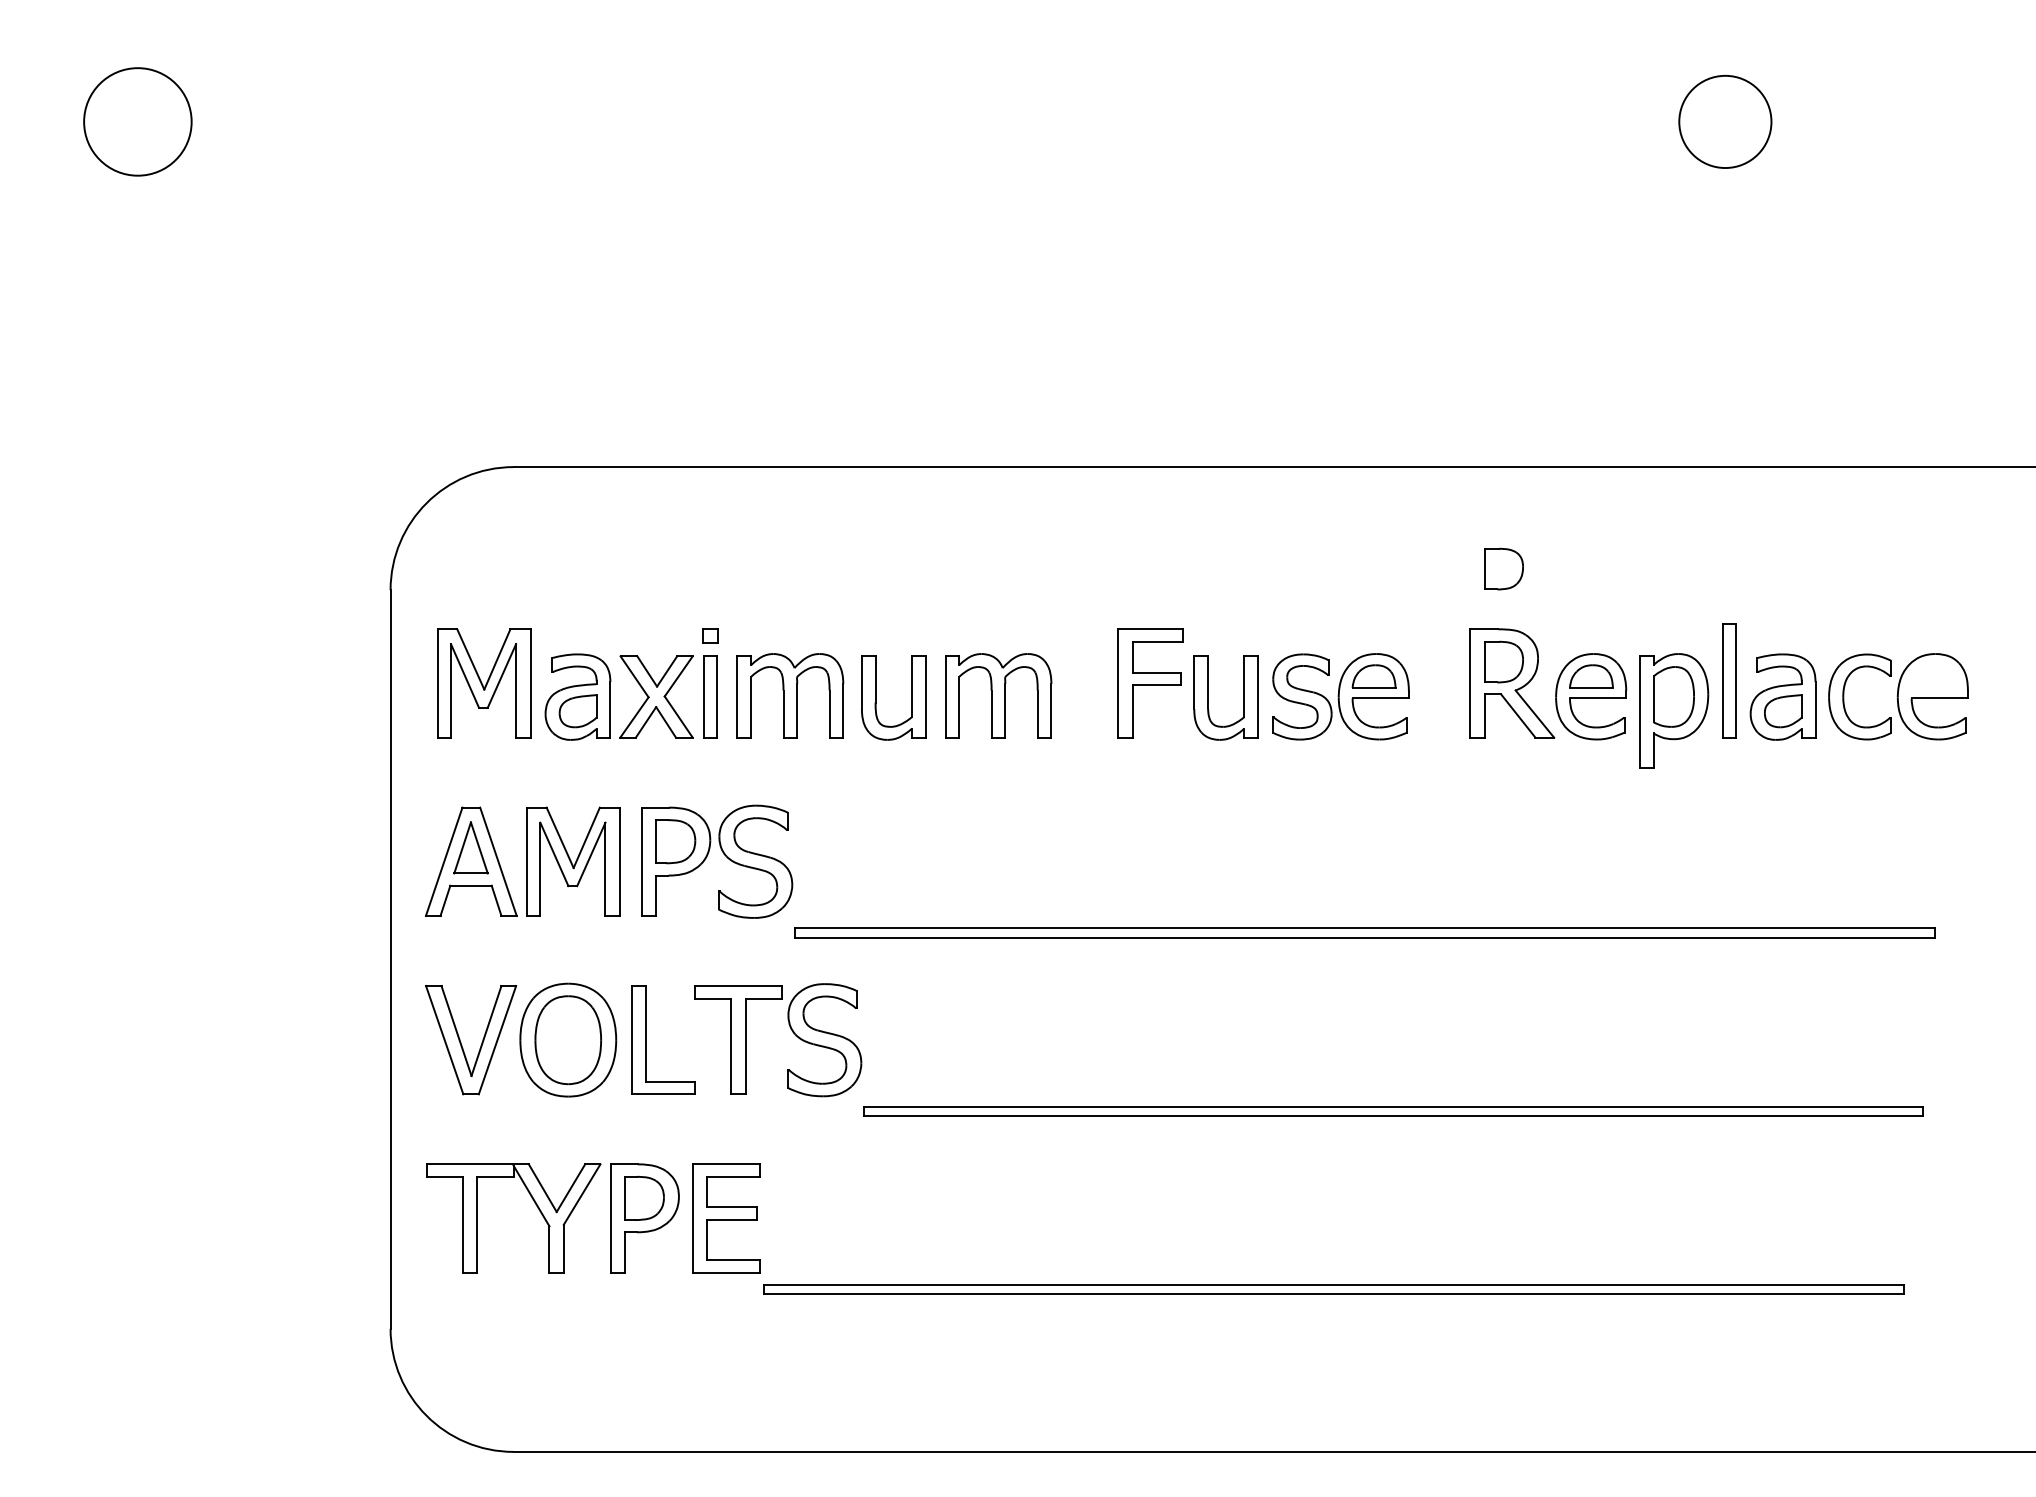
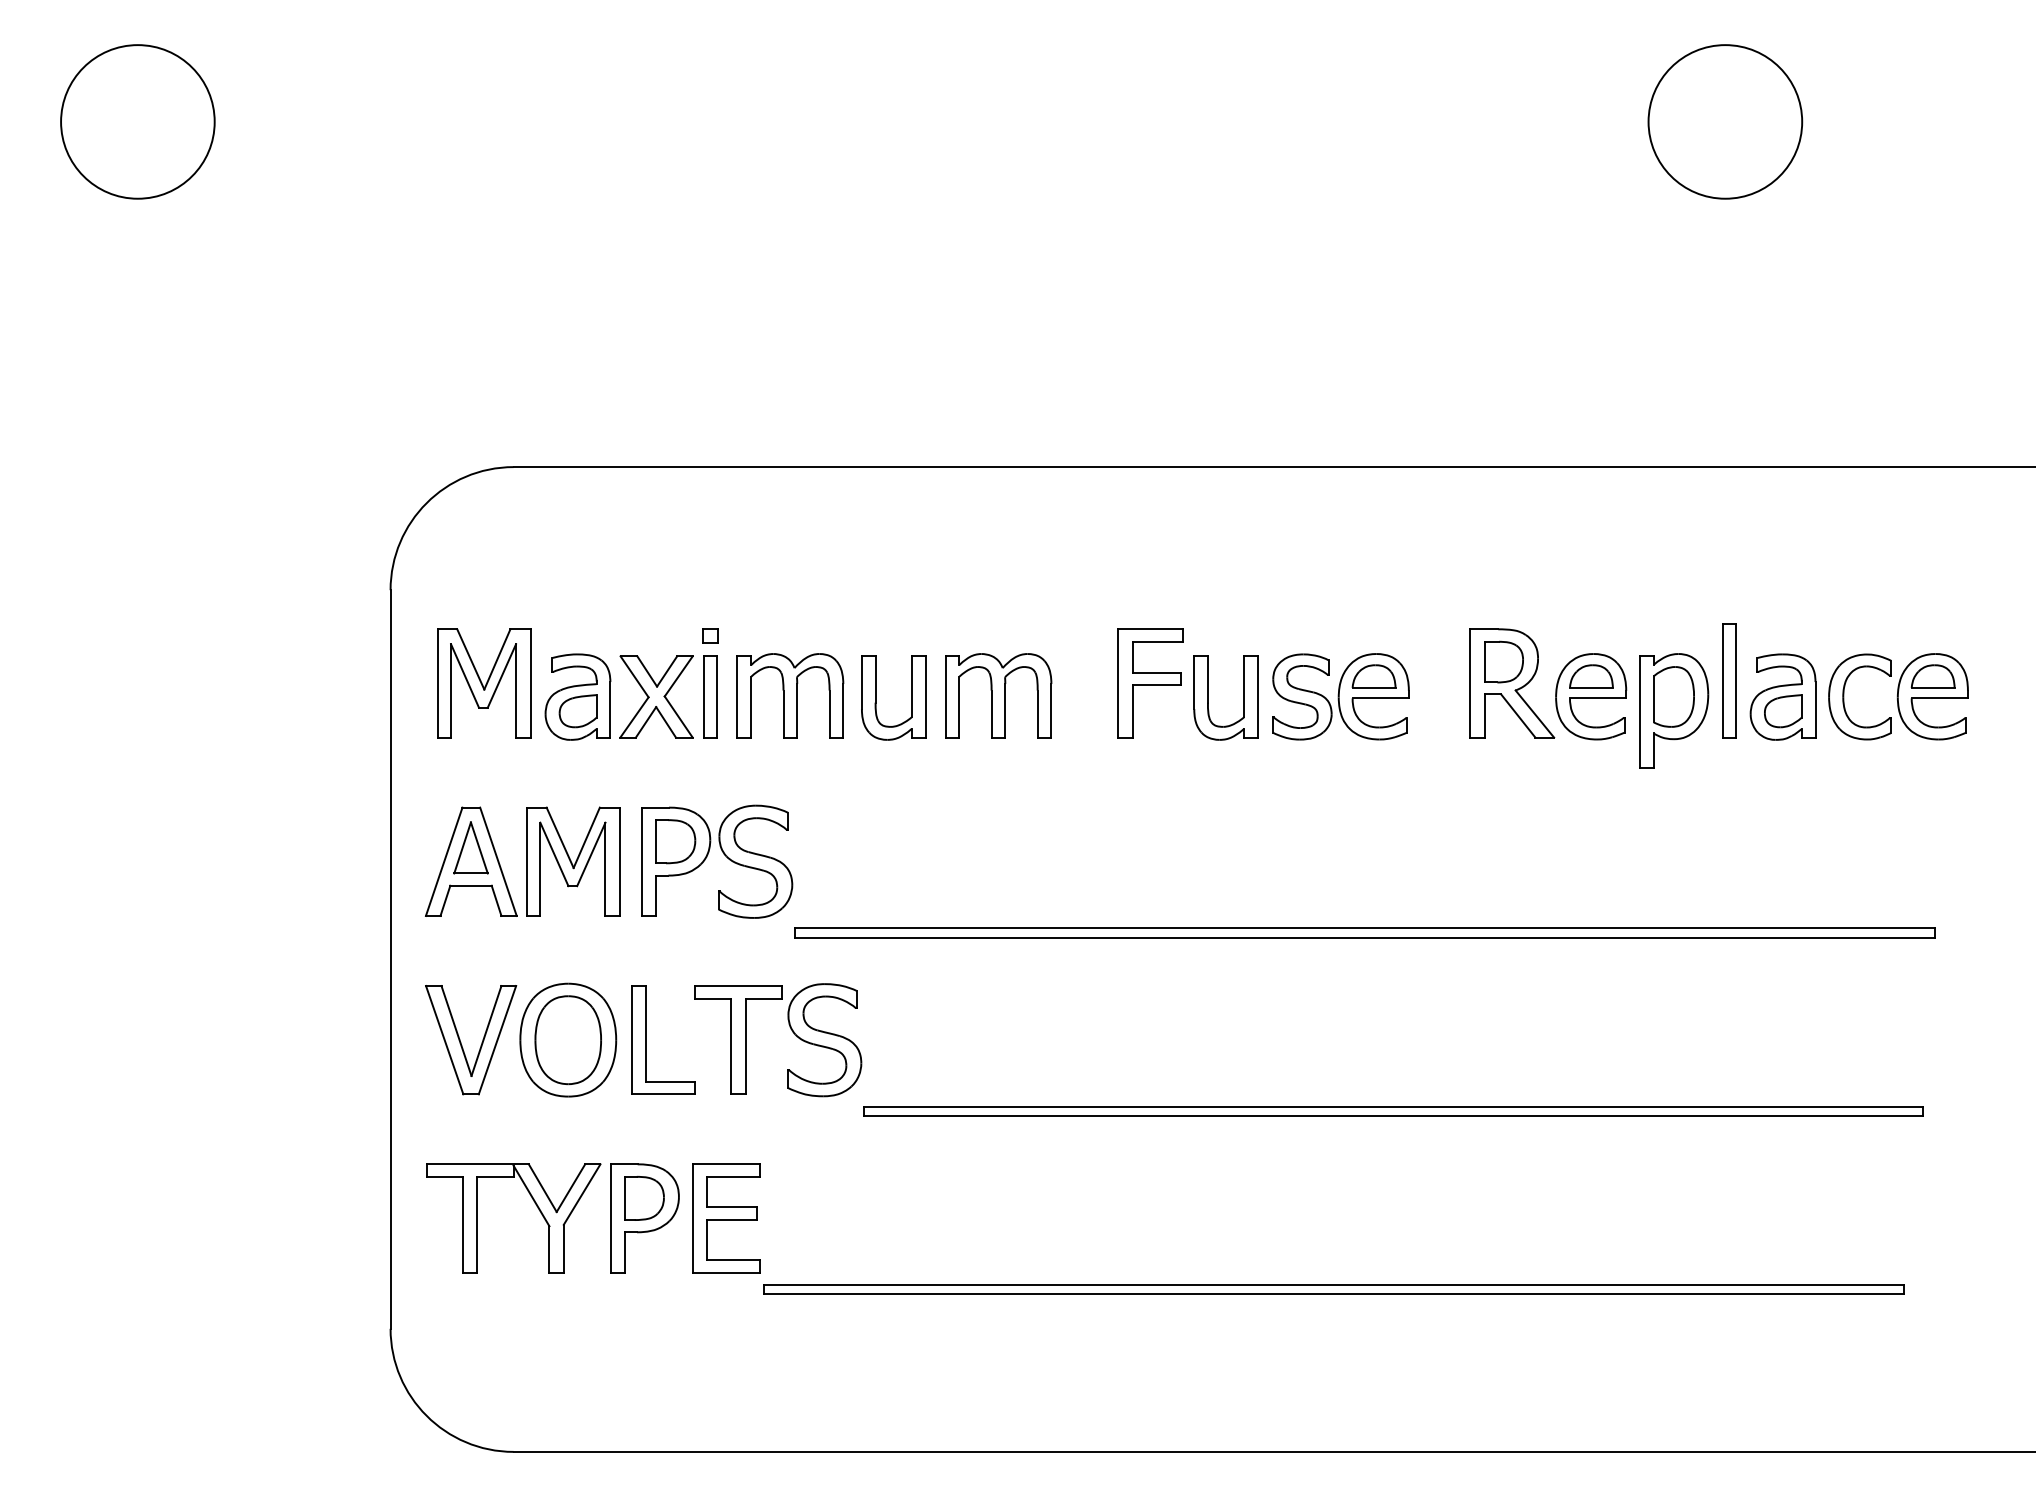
circle at (137, 121) diameter: 108 px -> 154 px
circle at (1725, 121) diameter: 92 px -> 154 px
part at (1503, 568): present -> none
part at (1932, 676): none -> present
